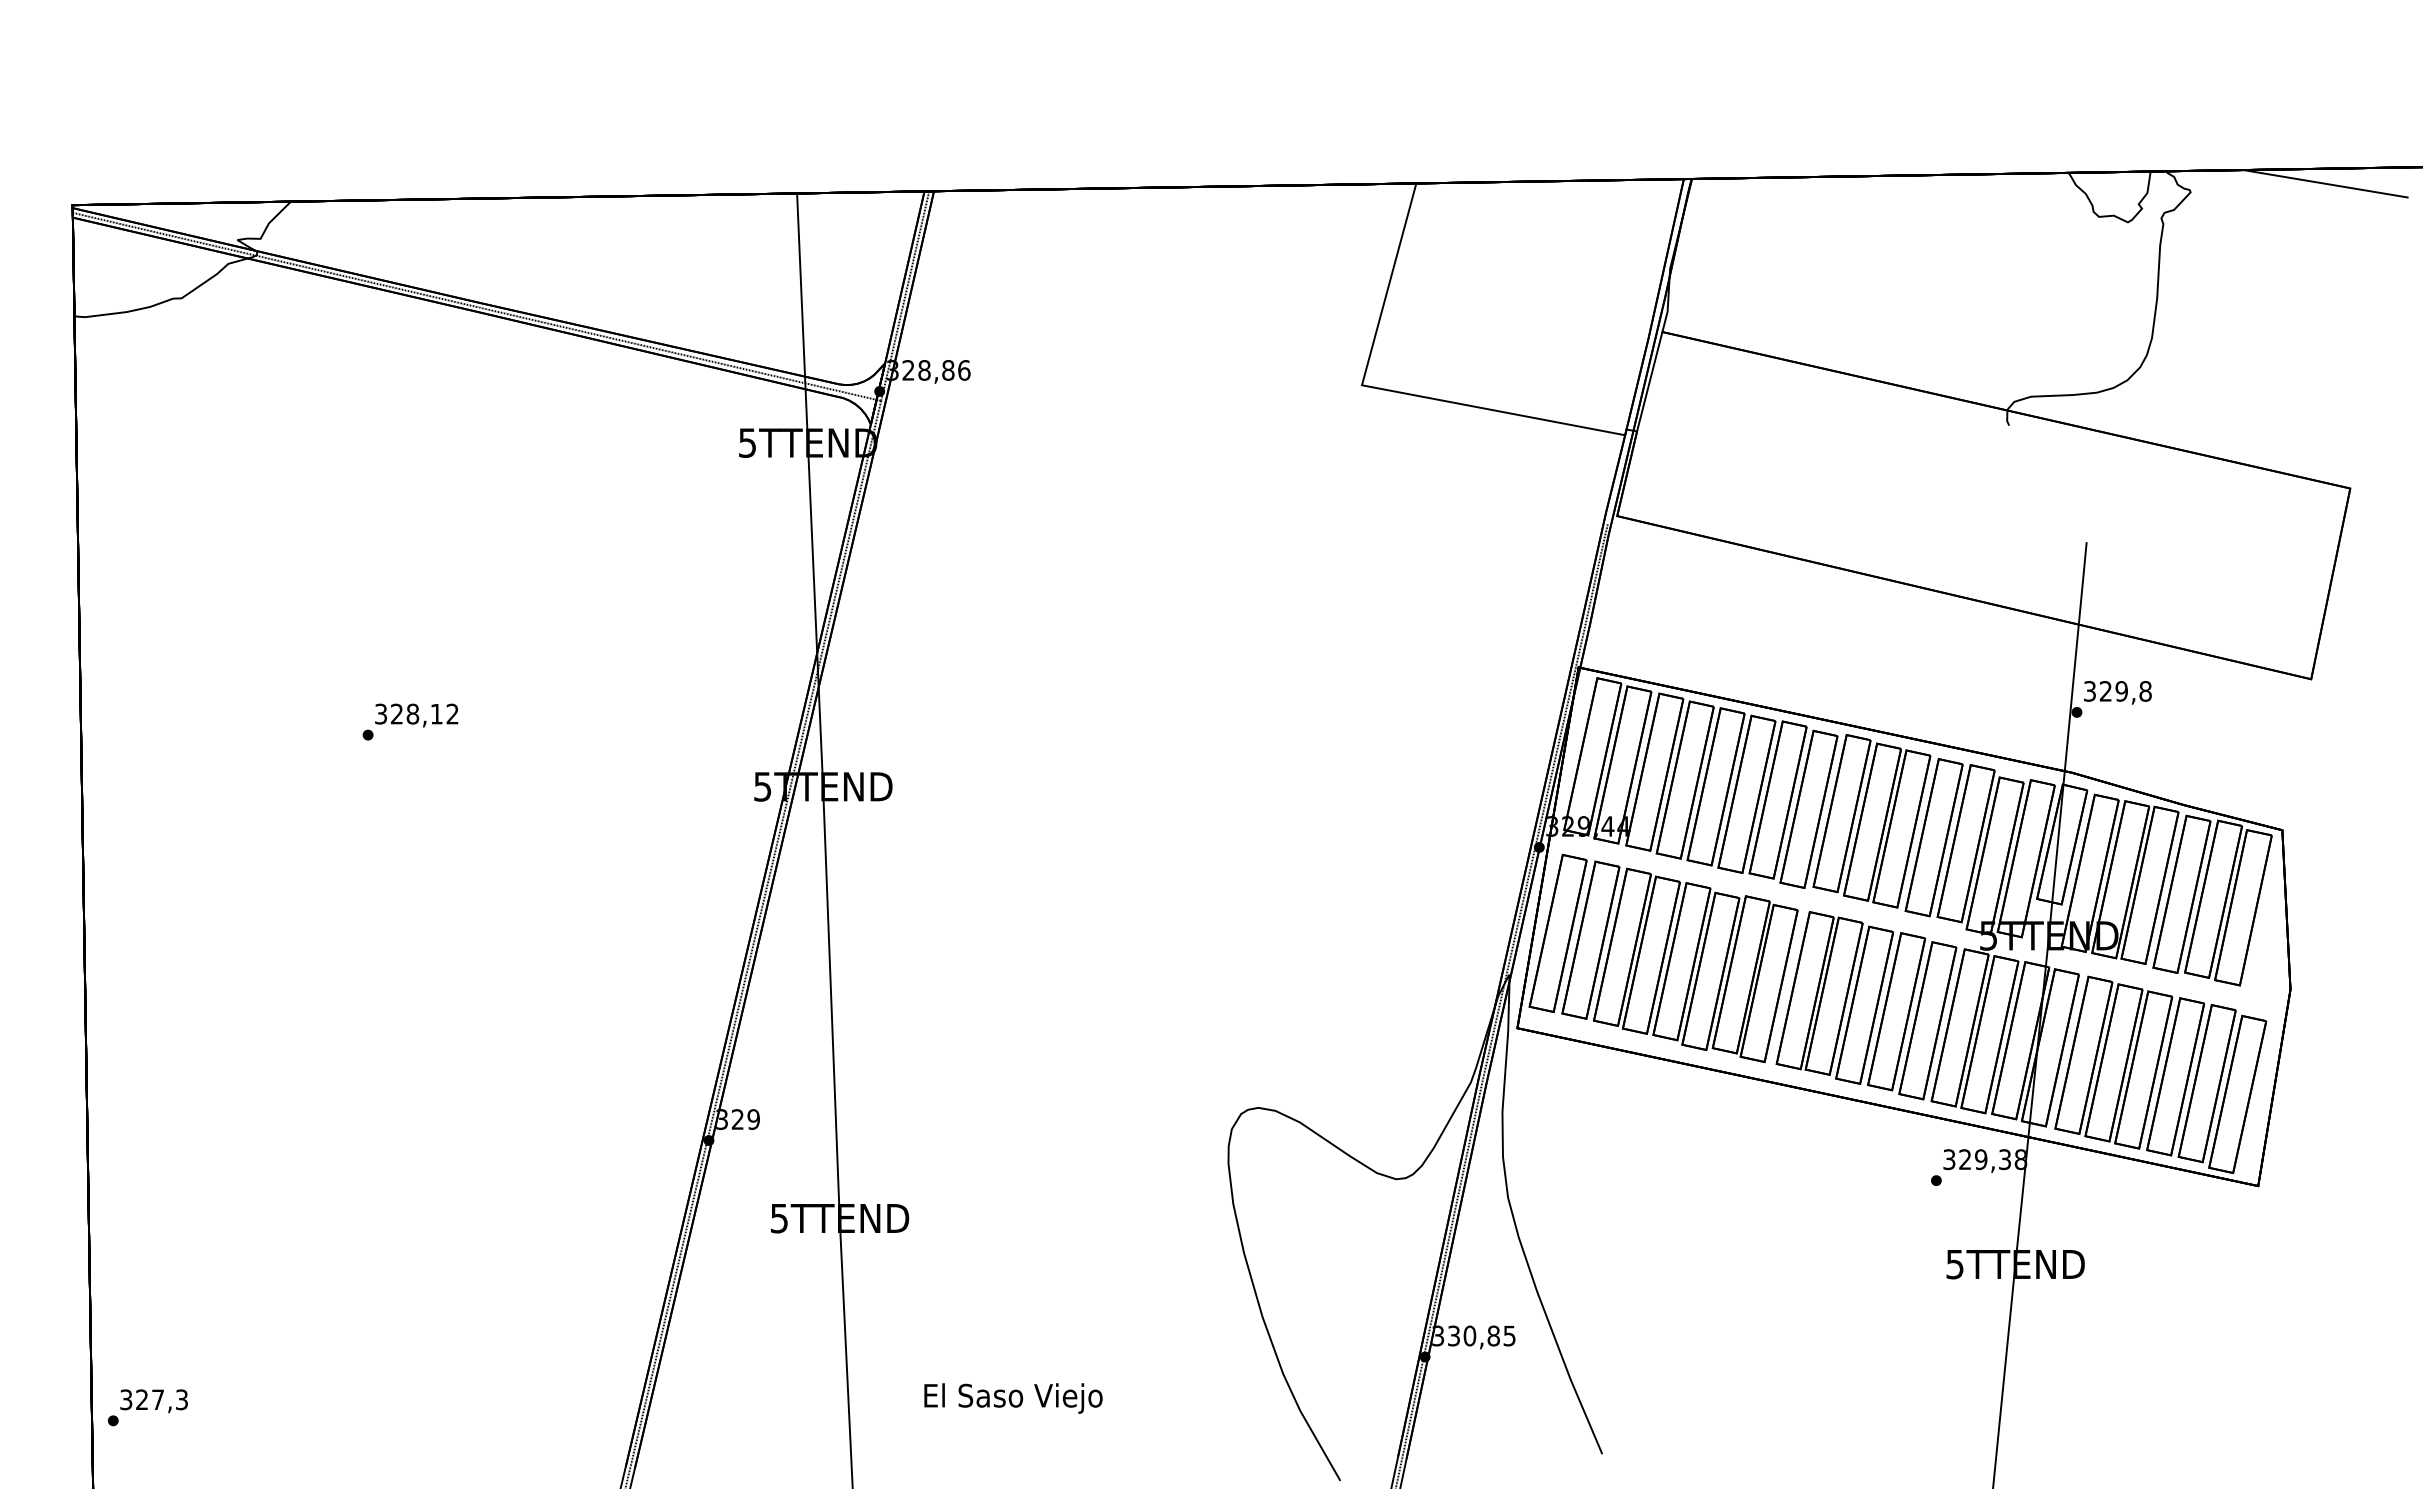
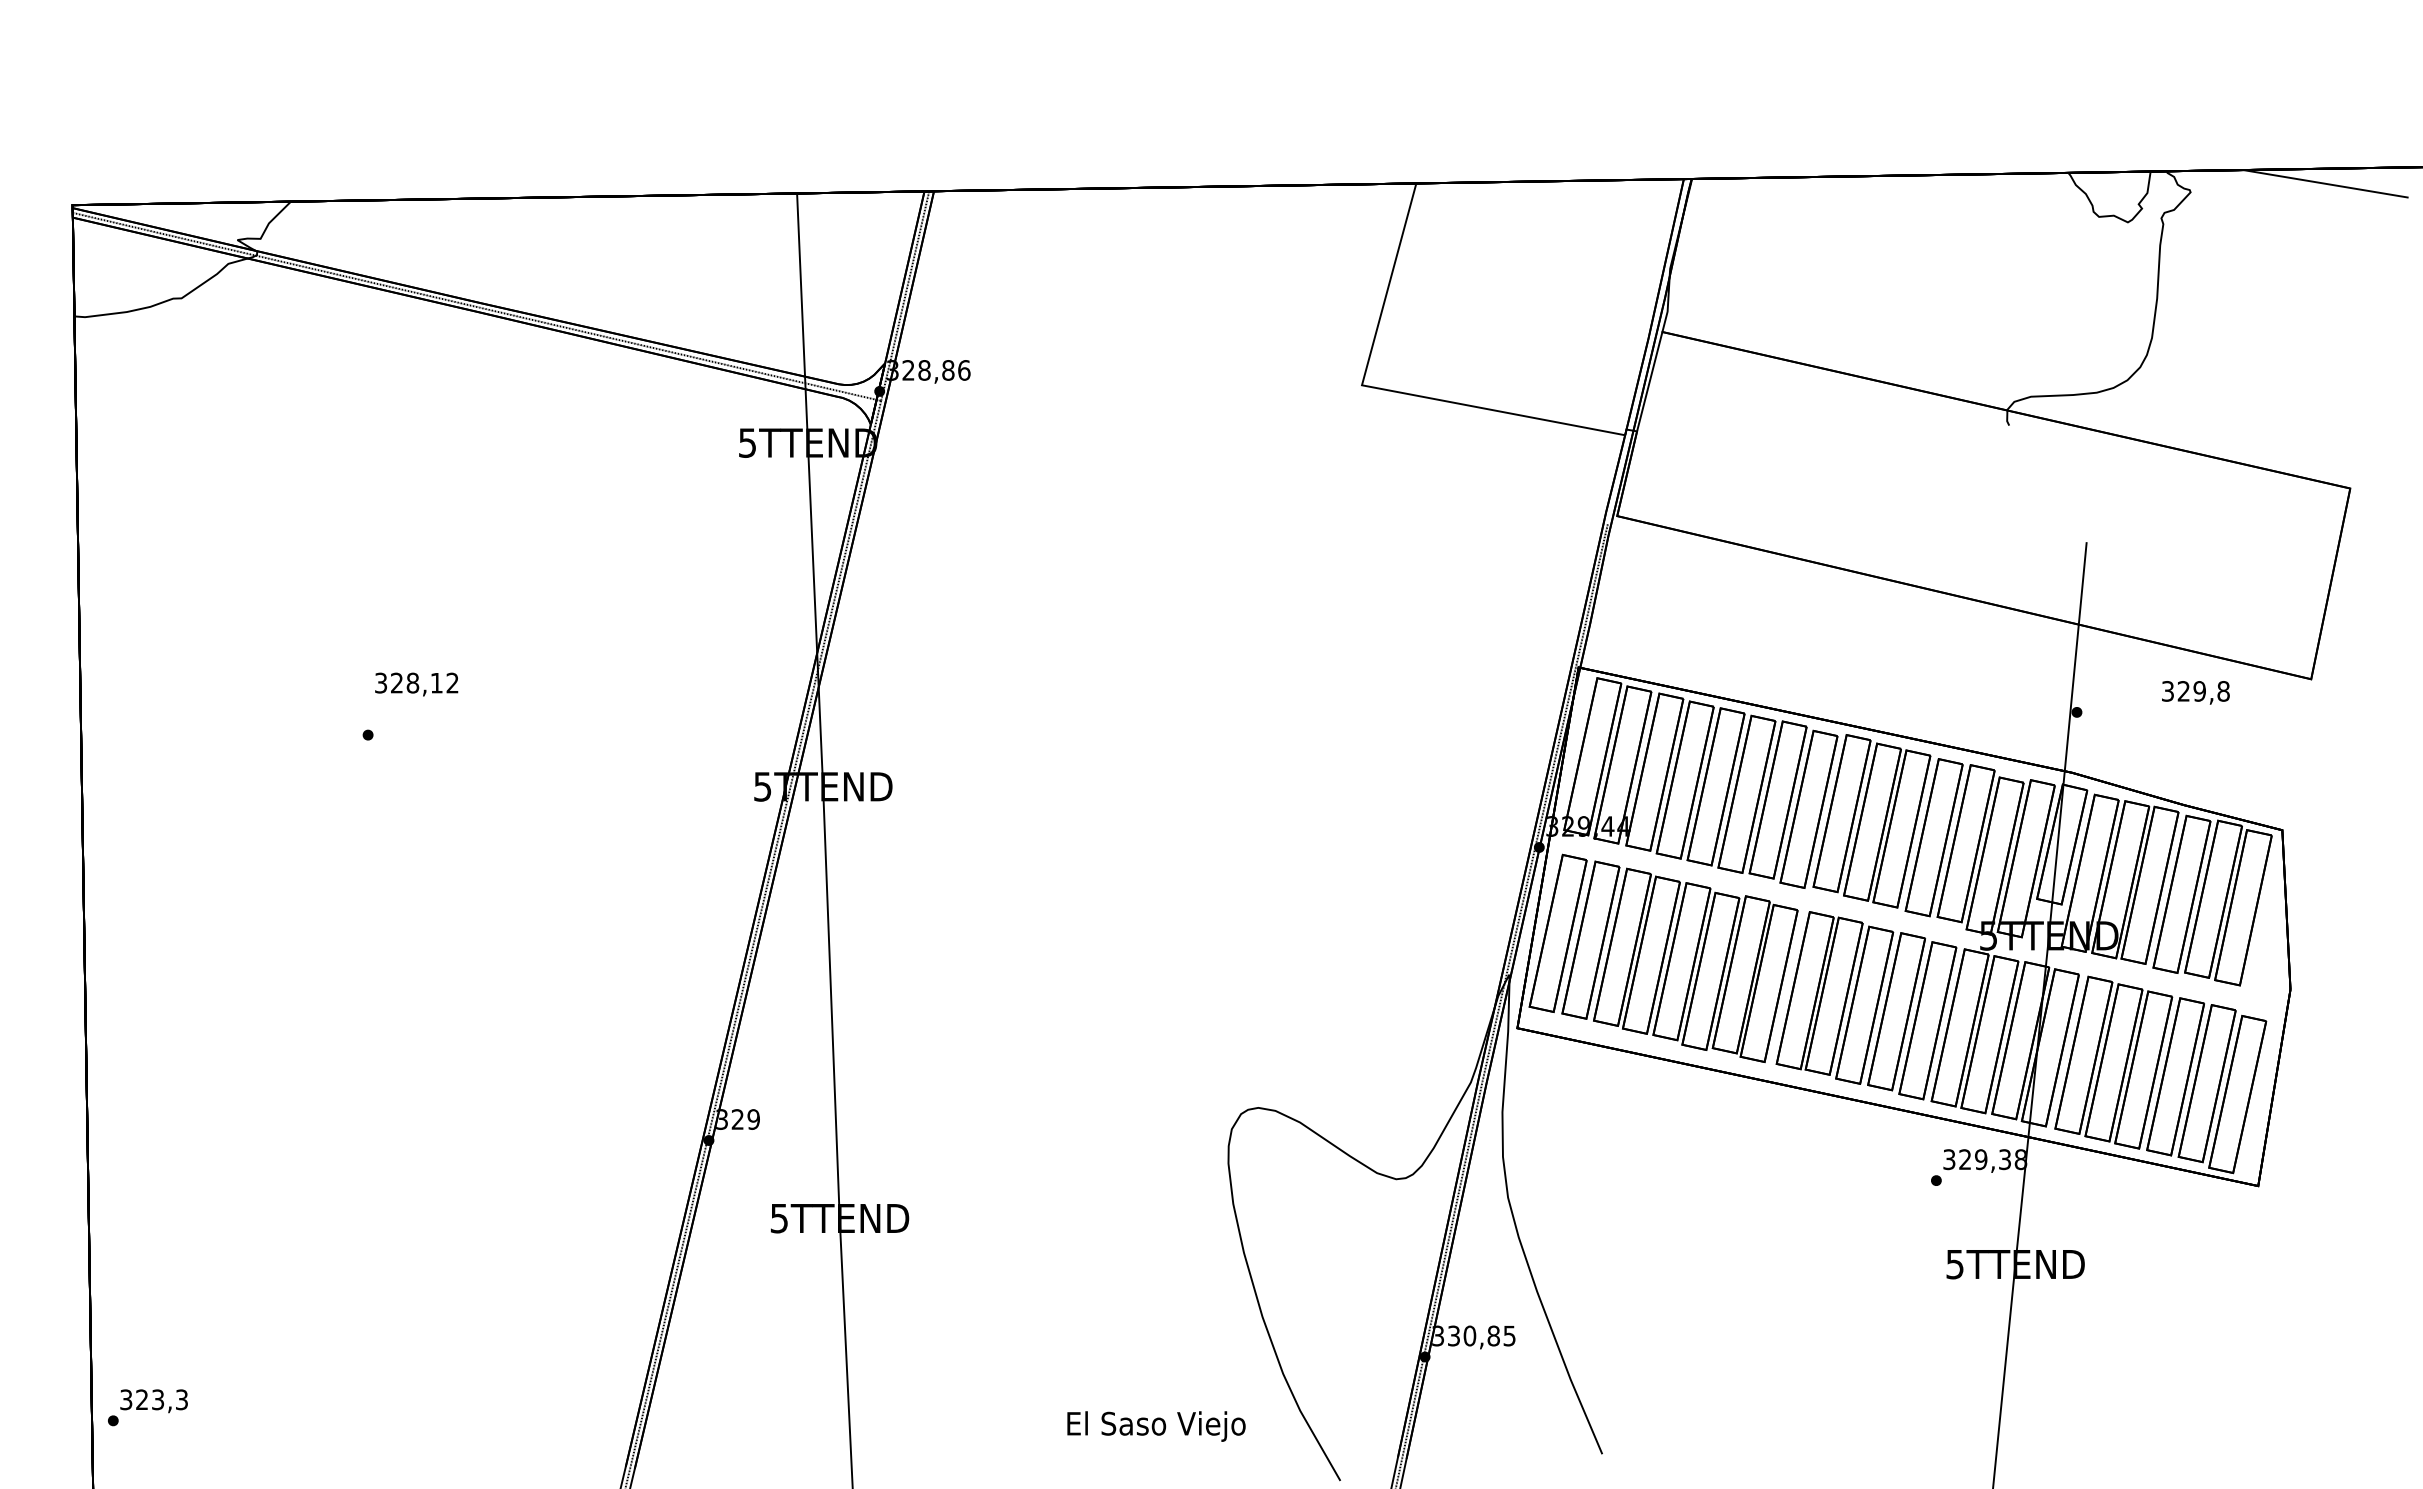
text at (2117, 692) position: (2117, 692) -> (2195, 692)
text at (416, 715) position: (416, 715) -> (416, 684)
text at (1013, 1398) position: (1013, 1398) -> (1156, 1426)
text at (158, 1399): 327,3 -> 323,3
